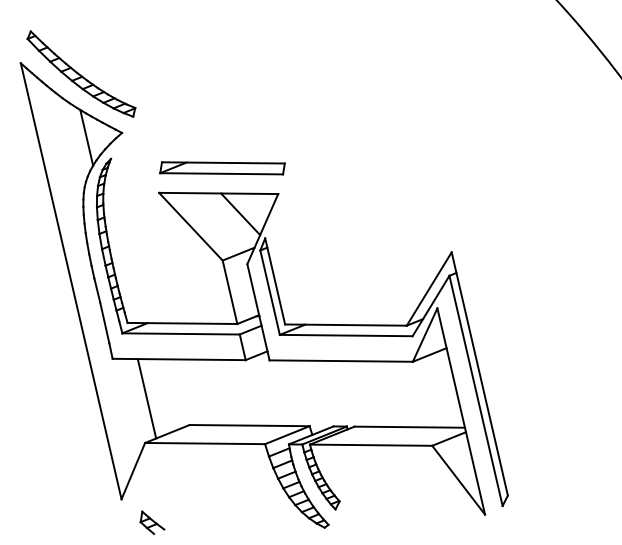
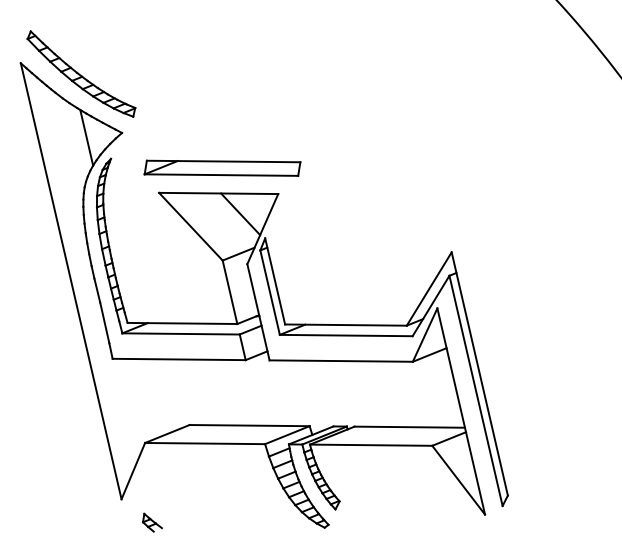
part at (222, 168) size: 127x15 px -> 159x18 px
line at (146, 398): present -> none
part at (152, 522) size: 27x25 px -> 21x21 px
